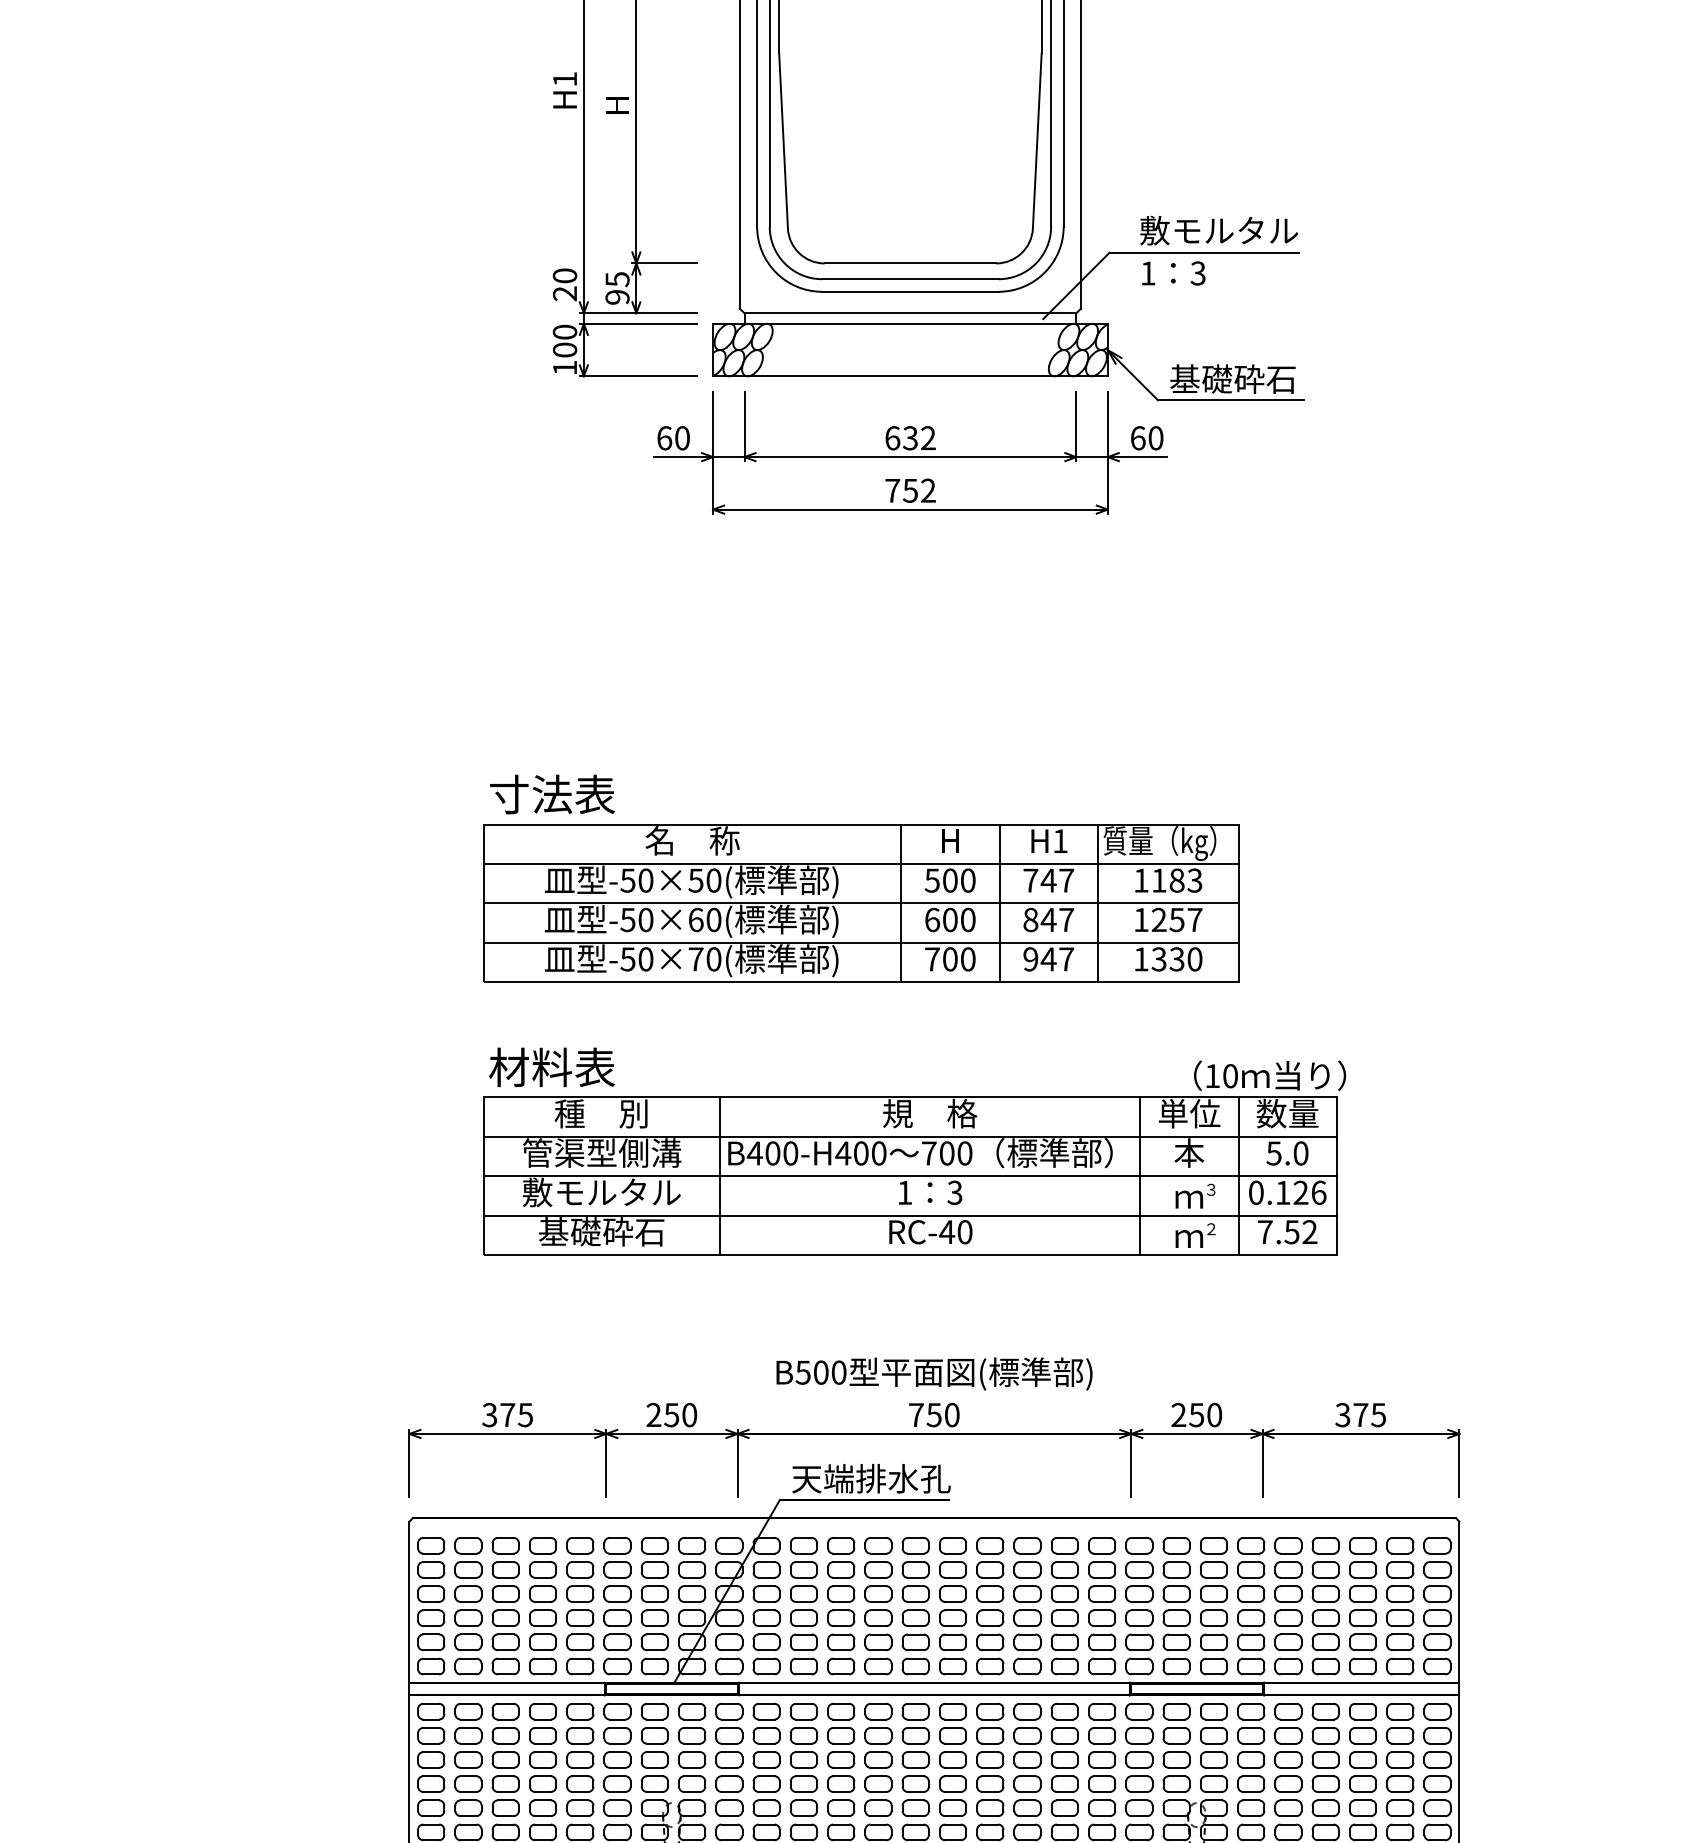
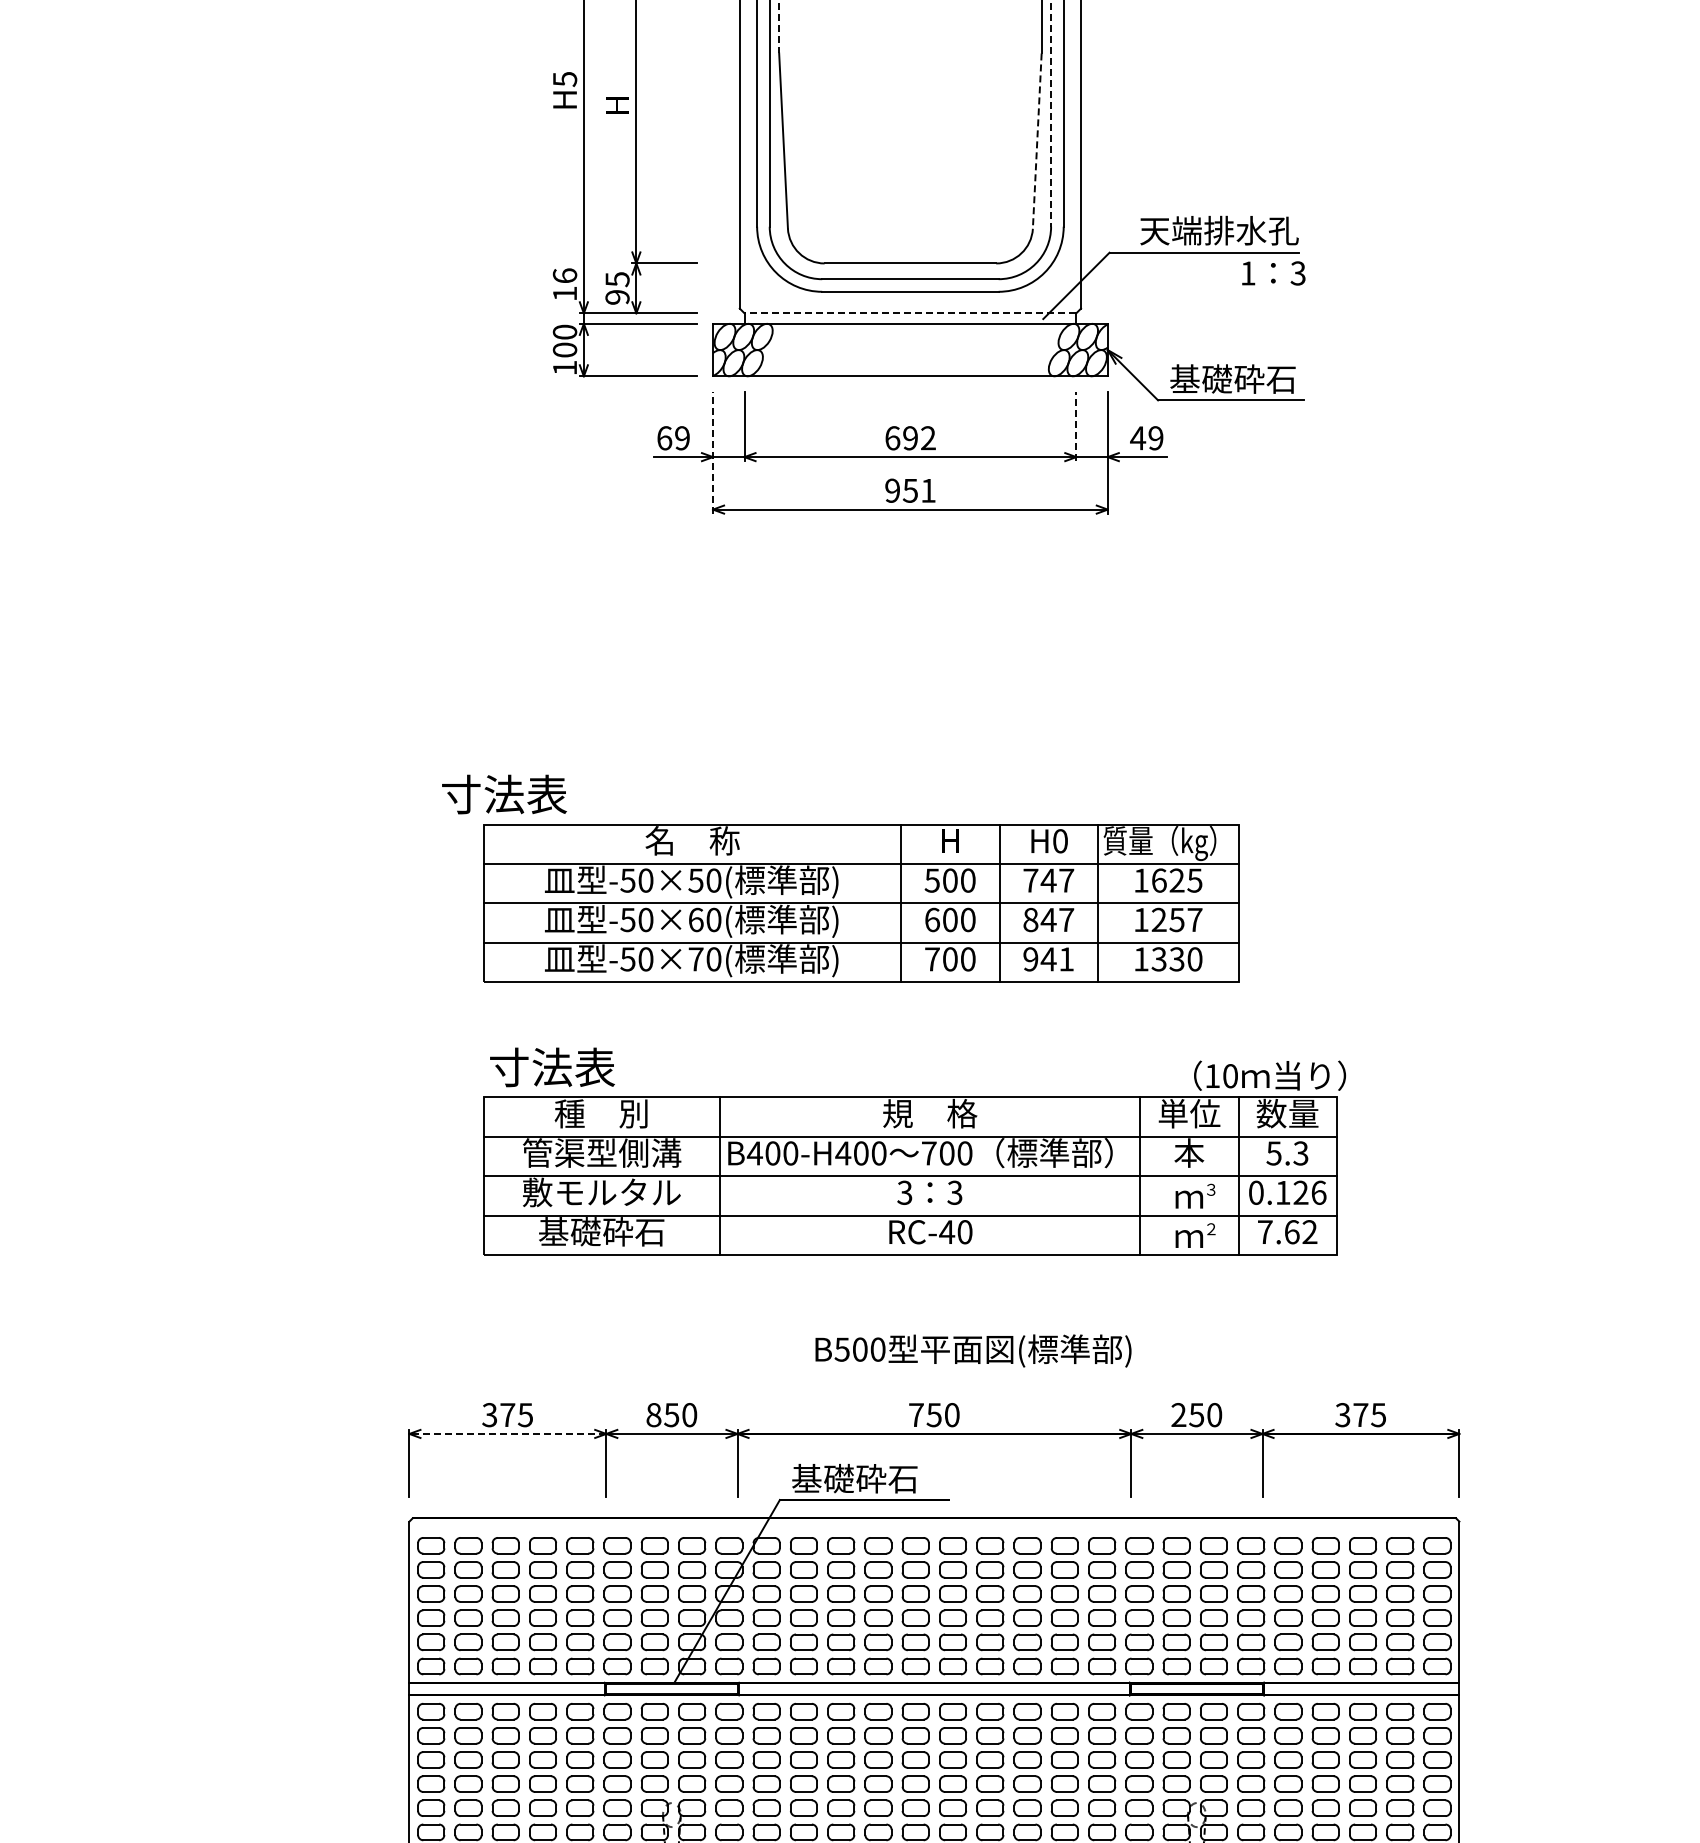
line at (779, 27): solid -> dashed
text at (565, 79): H1 -> H5
line at (1051, 114): solid -> dashed
line at (1037, 141): solid -> dashed
text at (1219, 230): 敷モルタル -> 天端排水孔
text at (1173, 273) position: (1173, 273) -> (1273, 273)
text at (564, 284): 20 -> 16
line at (910, 313): solid -> dashed
line at (1076, 426): solid -> dashed
text at (682, 438): 60 -> 69
text at (909, 438): 632 -> 692
text at (1146, 438): 60 -> 49
line at (713, 452): solid -> dashed
text at (910, 490): 752 -> 951
text at (552, 794) position: (552, 794) -> (504, 794)
text at (1060, 841): H1 -> H0
text at (1177, 880): 1183 -> 1625
text at (1066, 959): 947 -> 941
text at (530, 1067): 材料表 -> 寸法表
text at (1300, 1153): 5.0 -> 5.3
text at (904, 1192): 1 -> 3
text at (1291, 1232): 7.52 -> 7.62
text at (934, 1373) position: (934, 1373) -> (973, 1350)
text at (653, 1415): 250 -> 850
line at (507, 1433): solid -> dashed
text at (871, 1478): 天端排水孔 -> 基礎砕石
